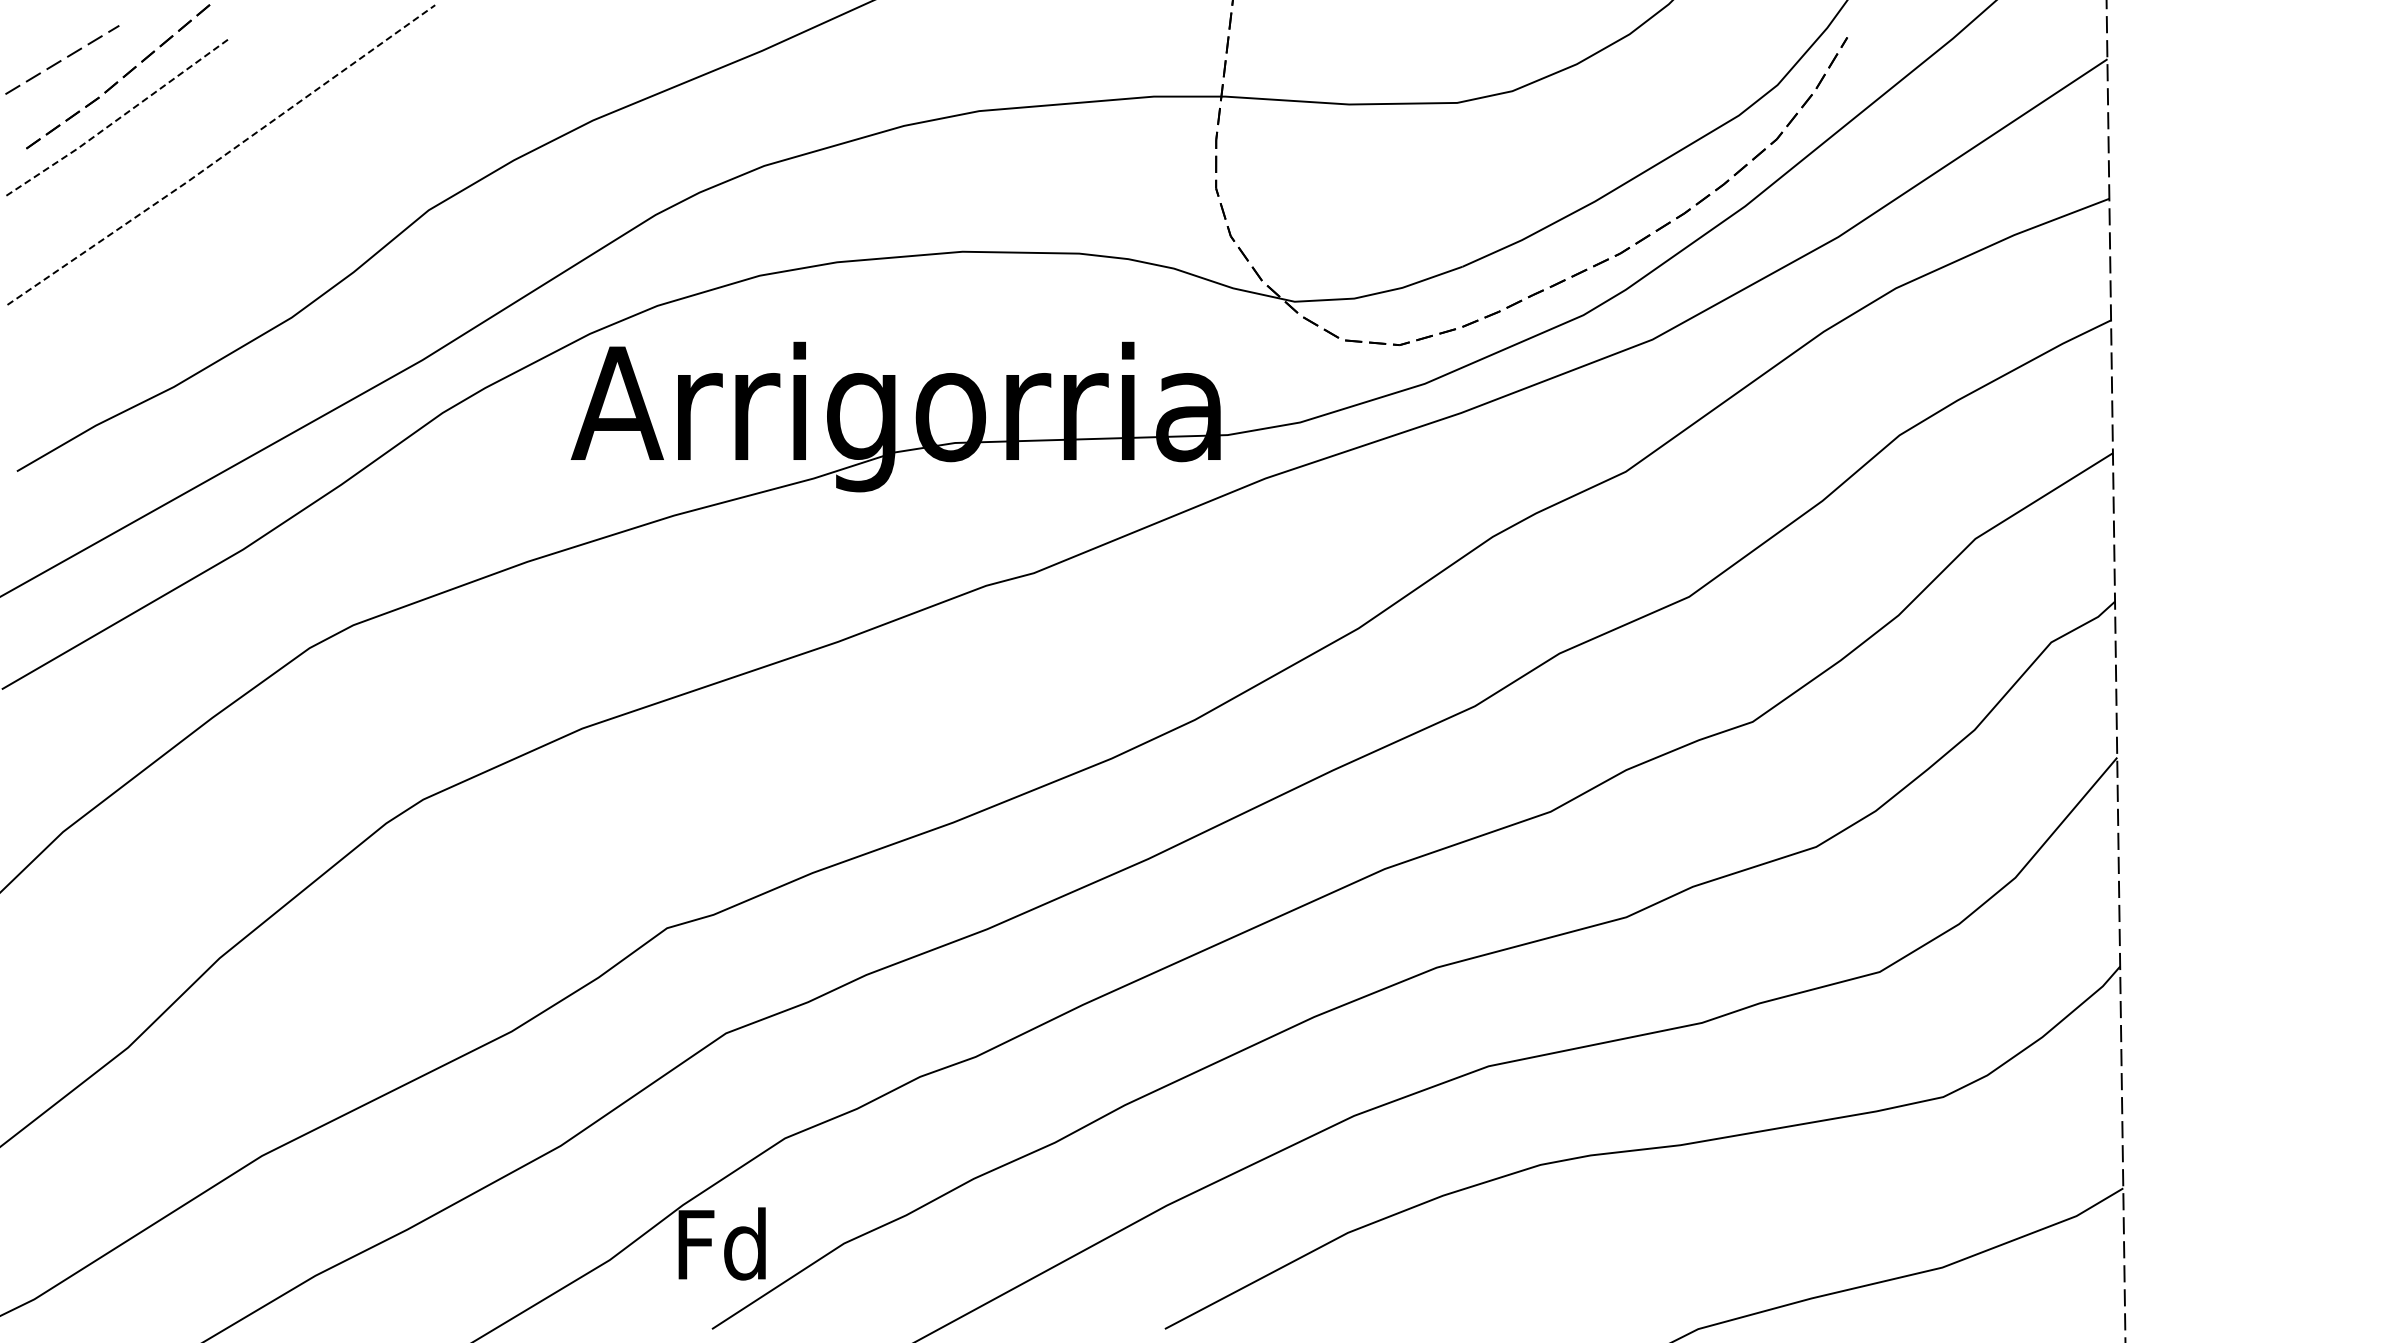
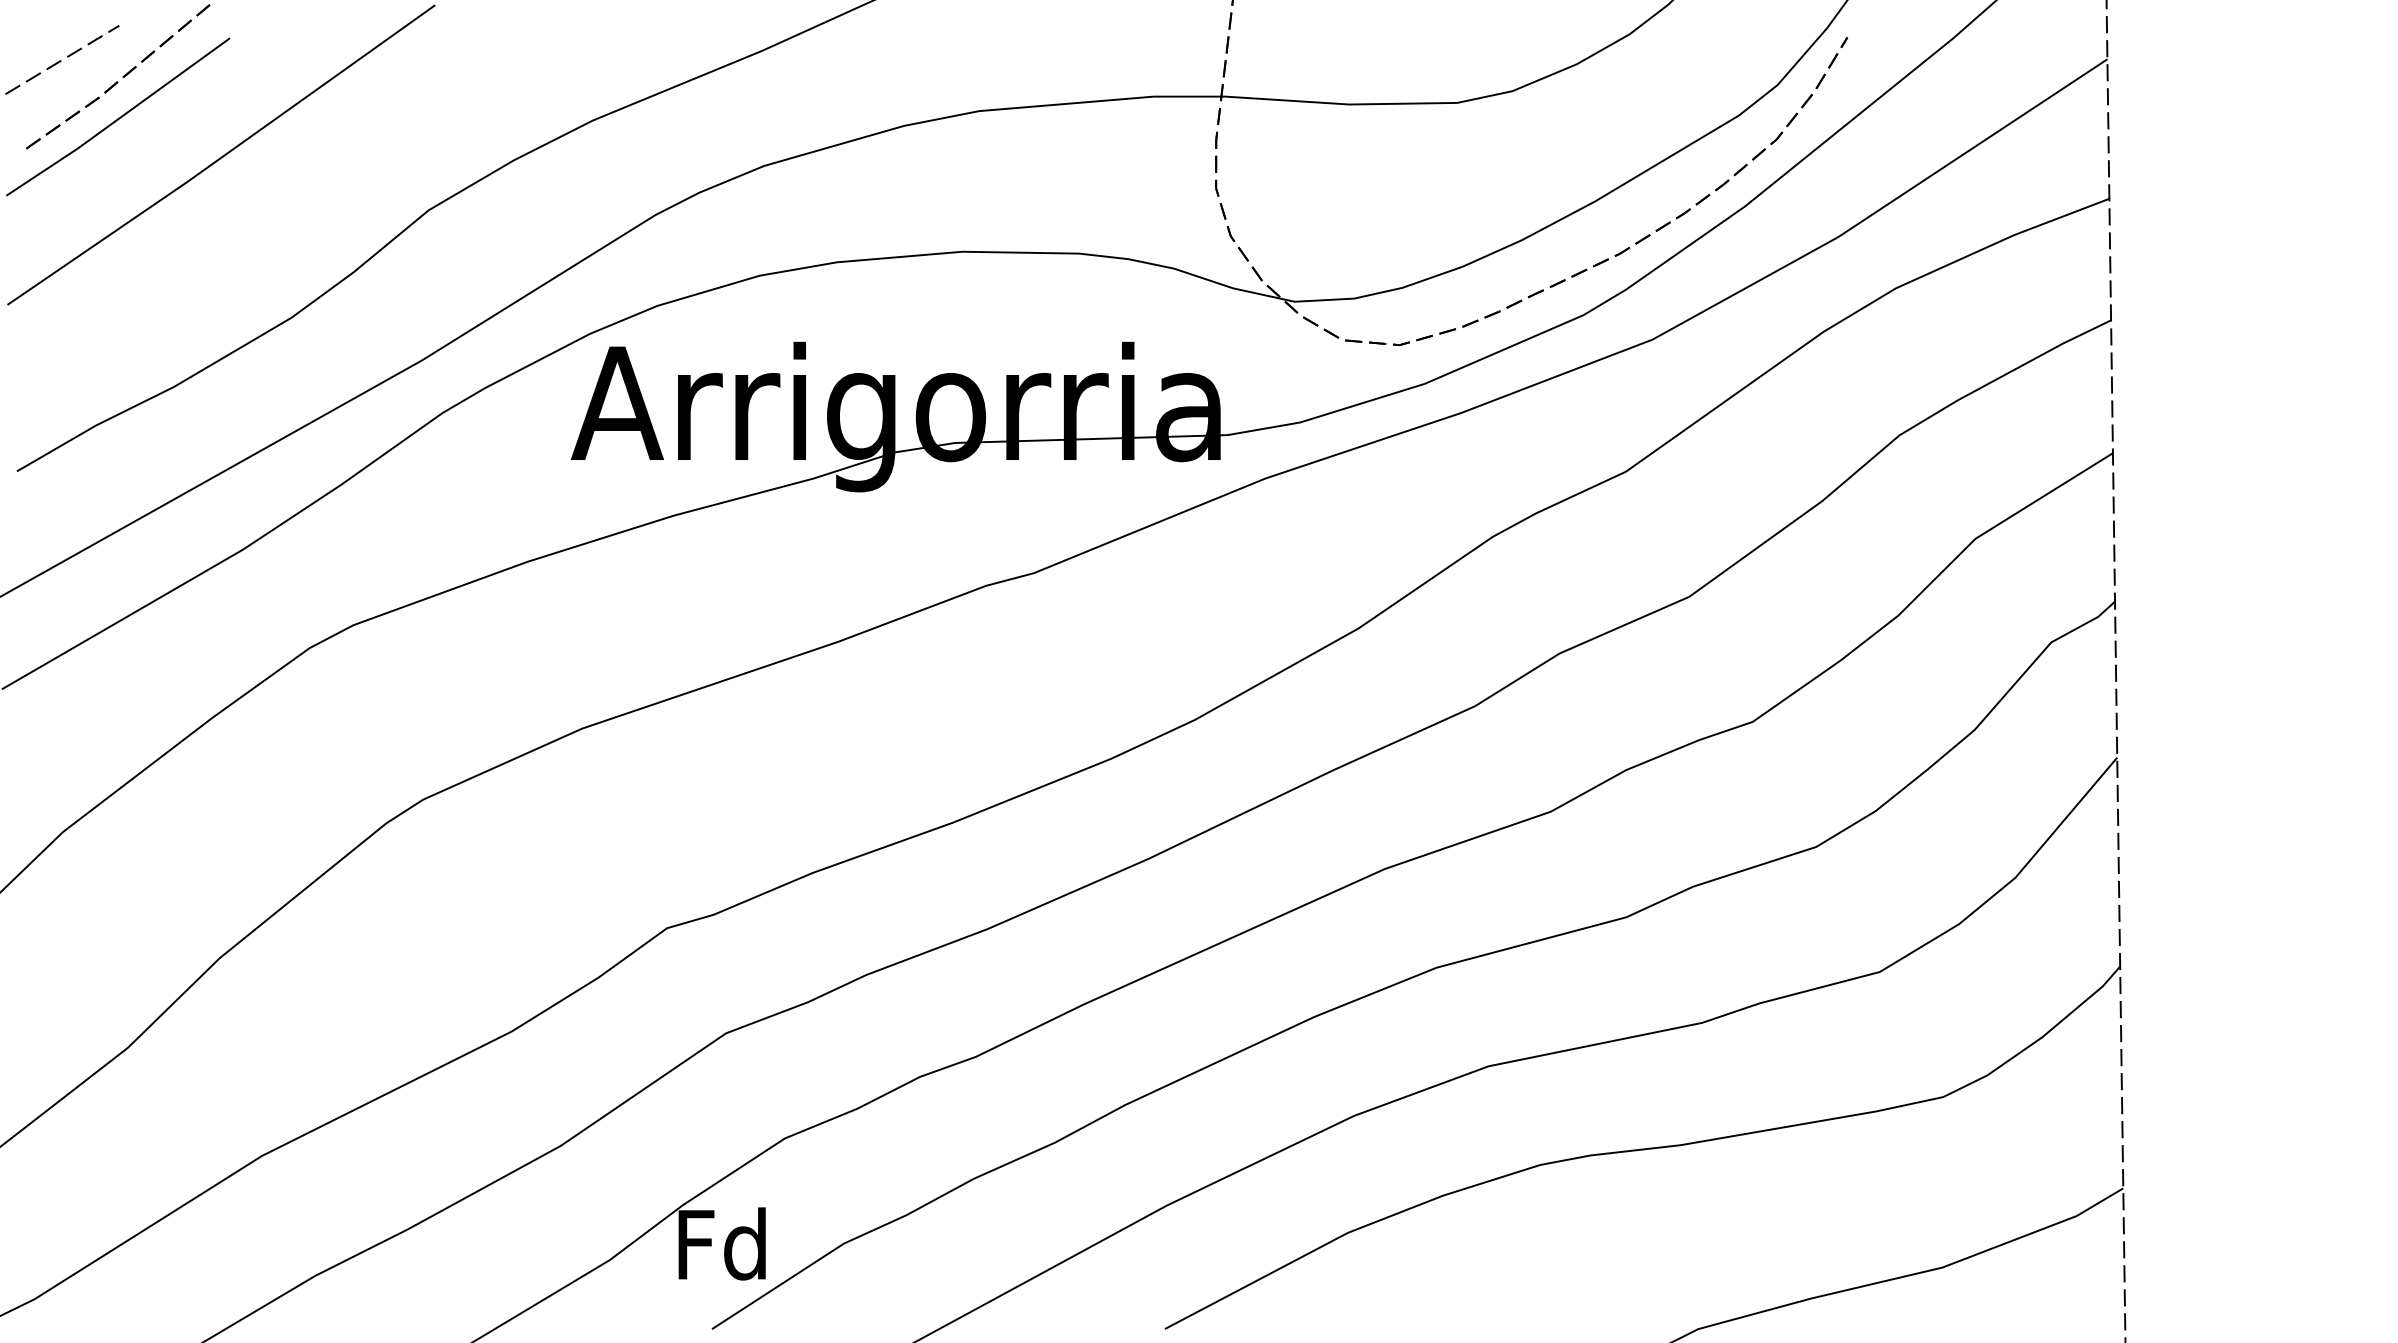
line at (118, 118): dashed -> solid
line at (222, 157): dashed -> solid
